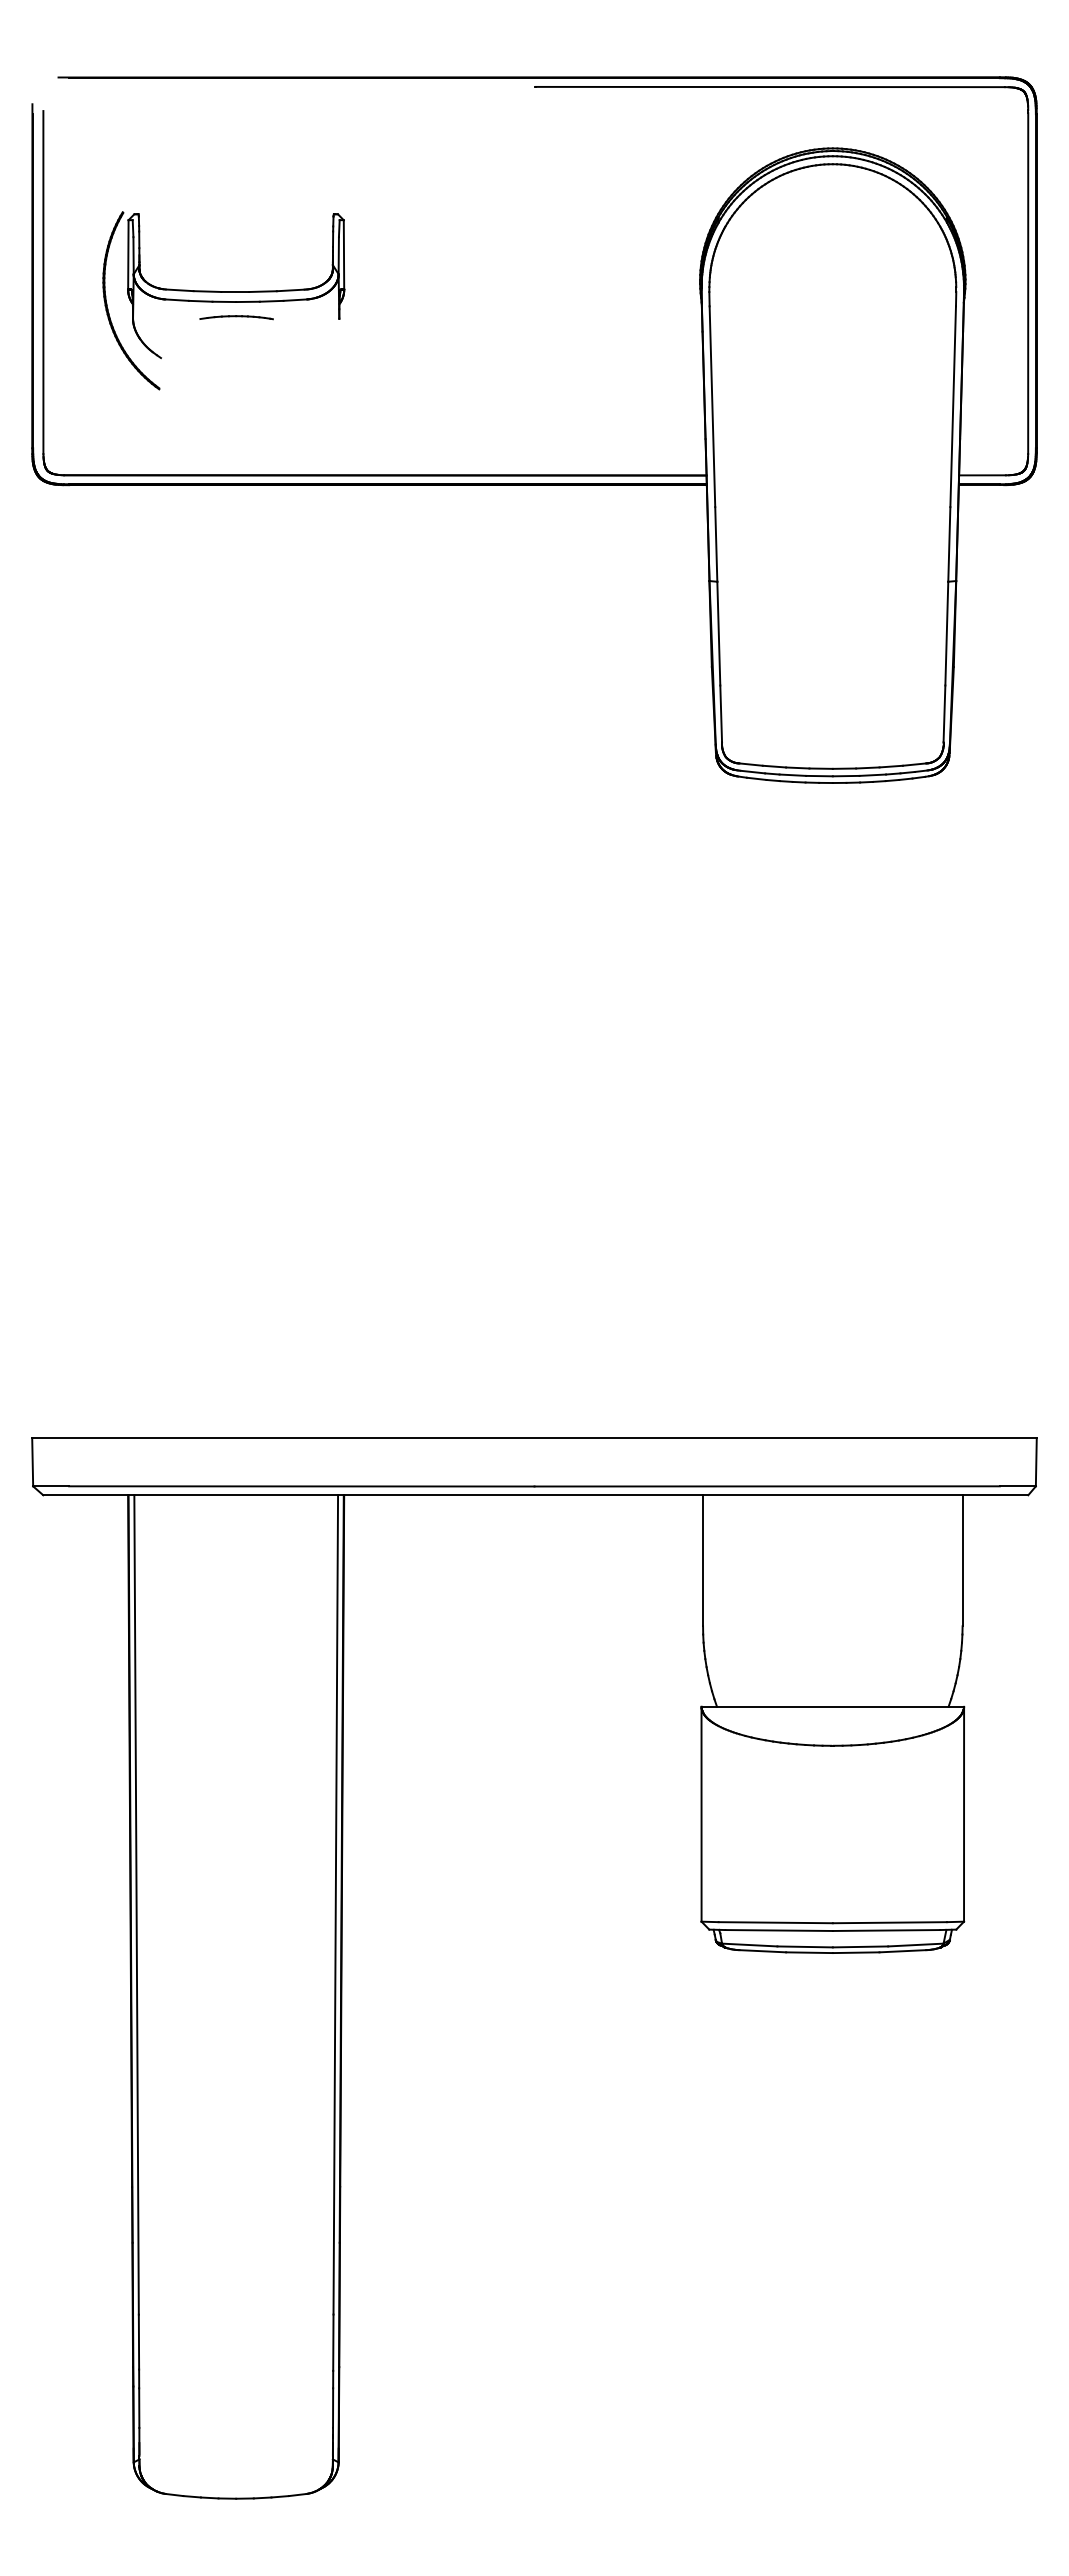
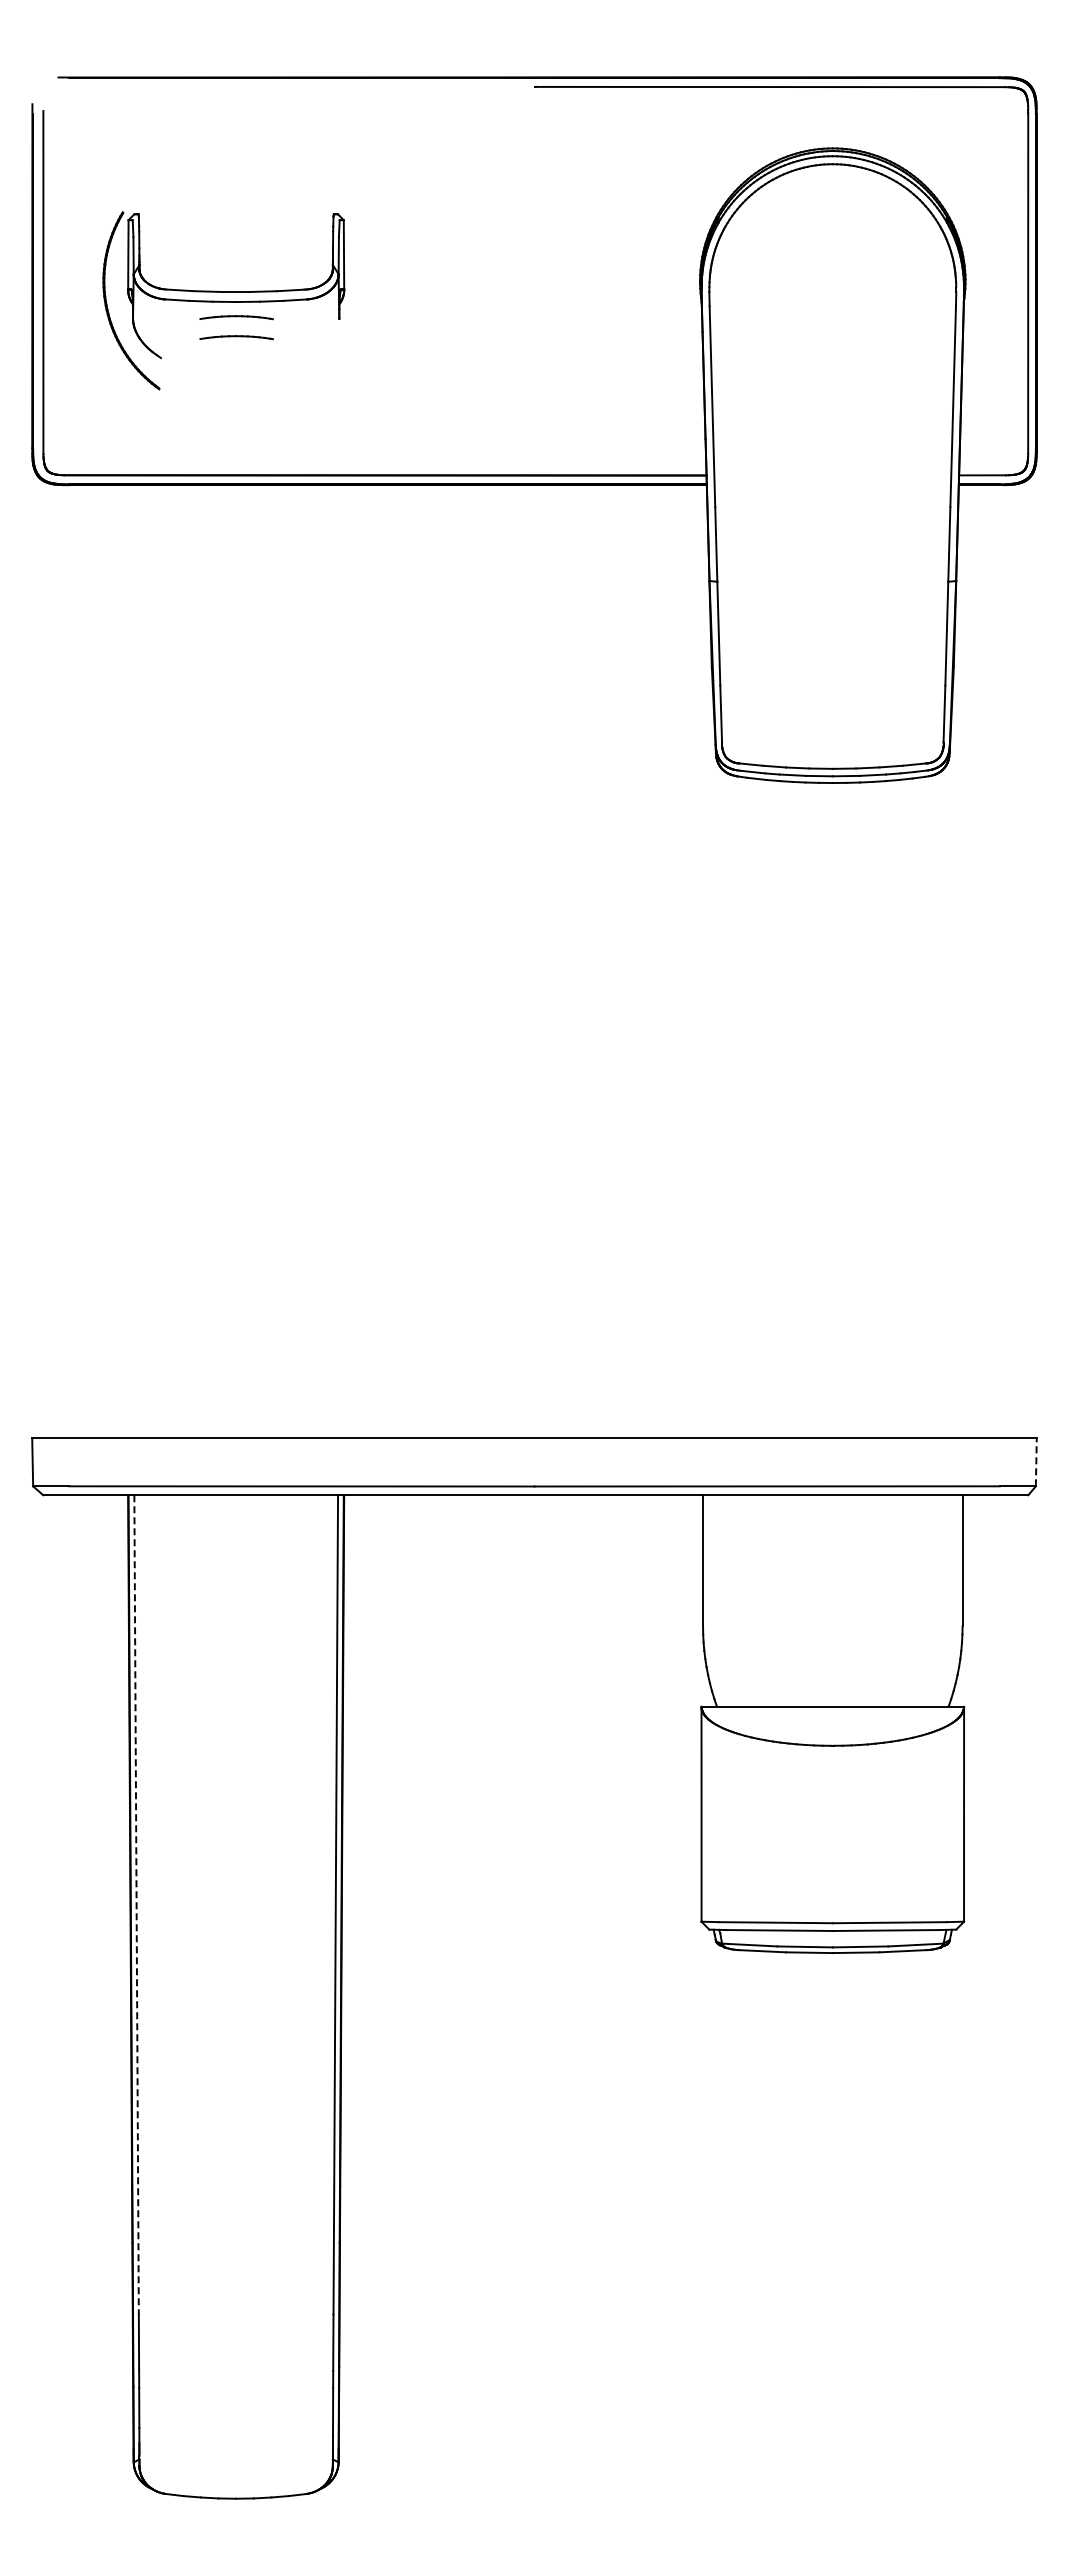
part at (236, 337): none -> present
line at (1036, 1462): solid -> dashed
line at (136, 1904): solid -> dashed
